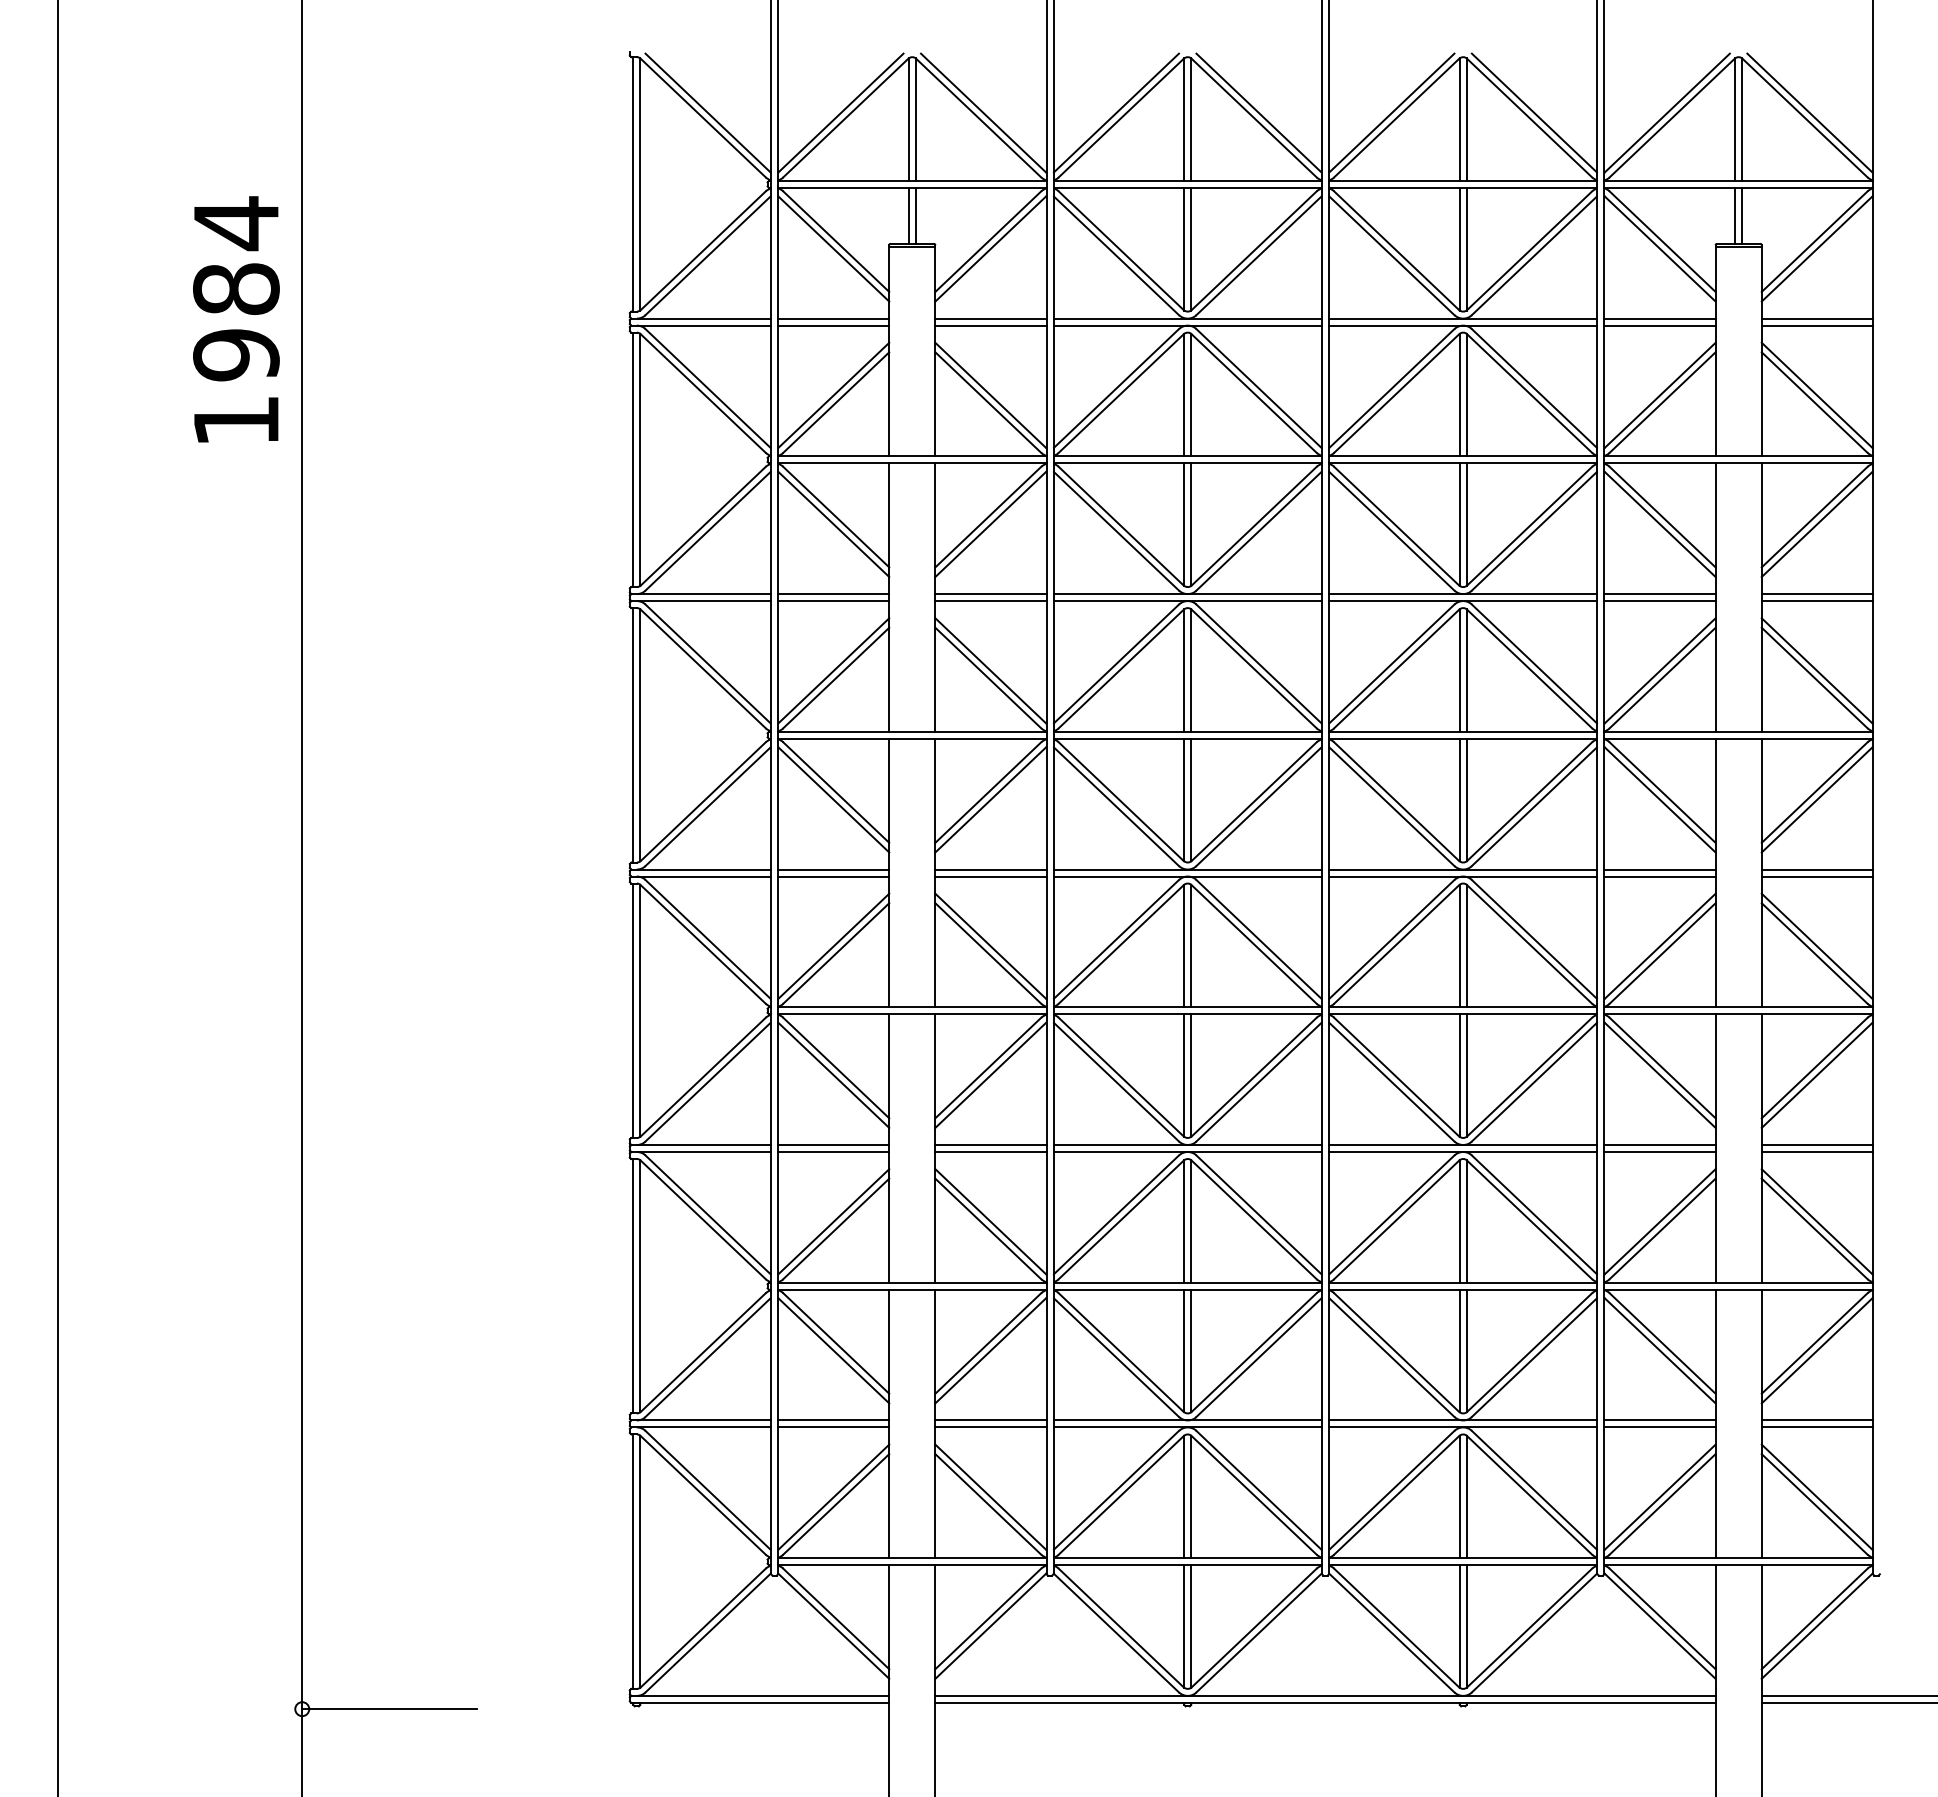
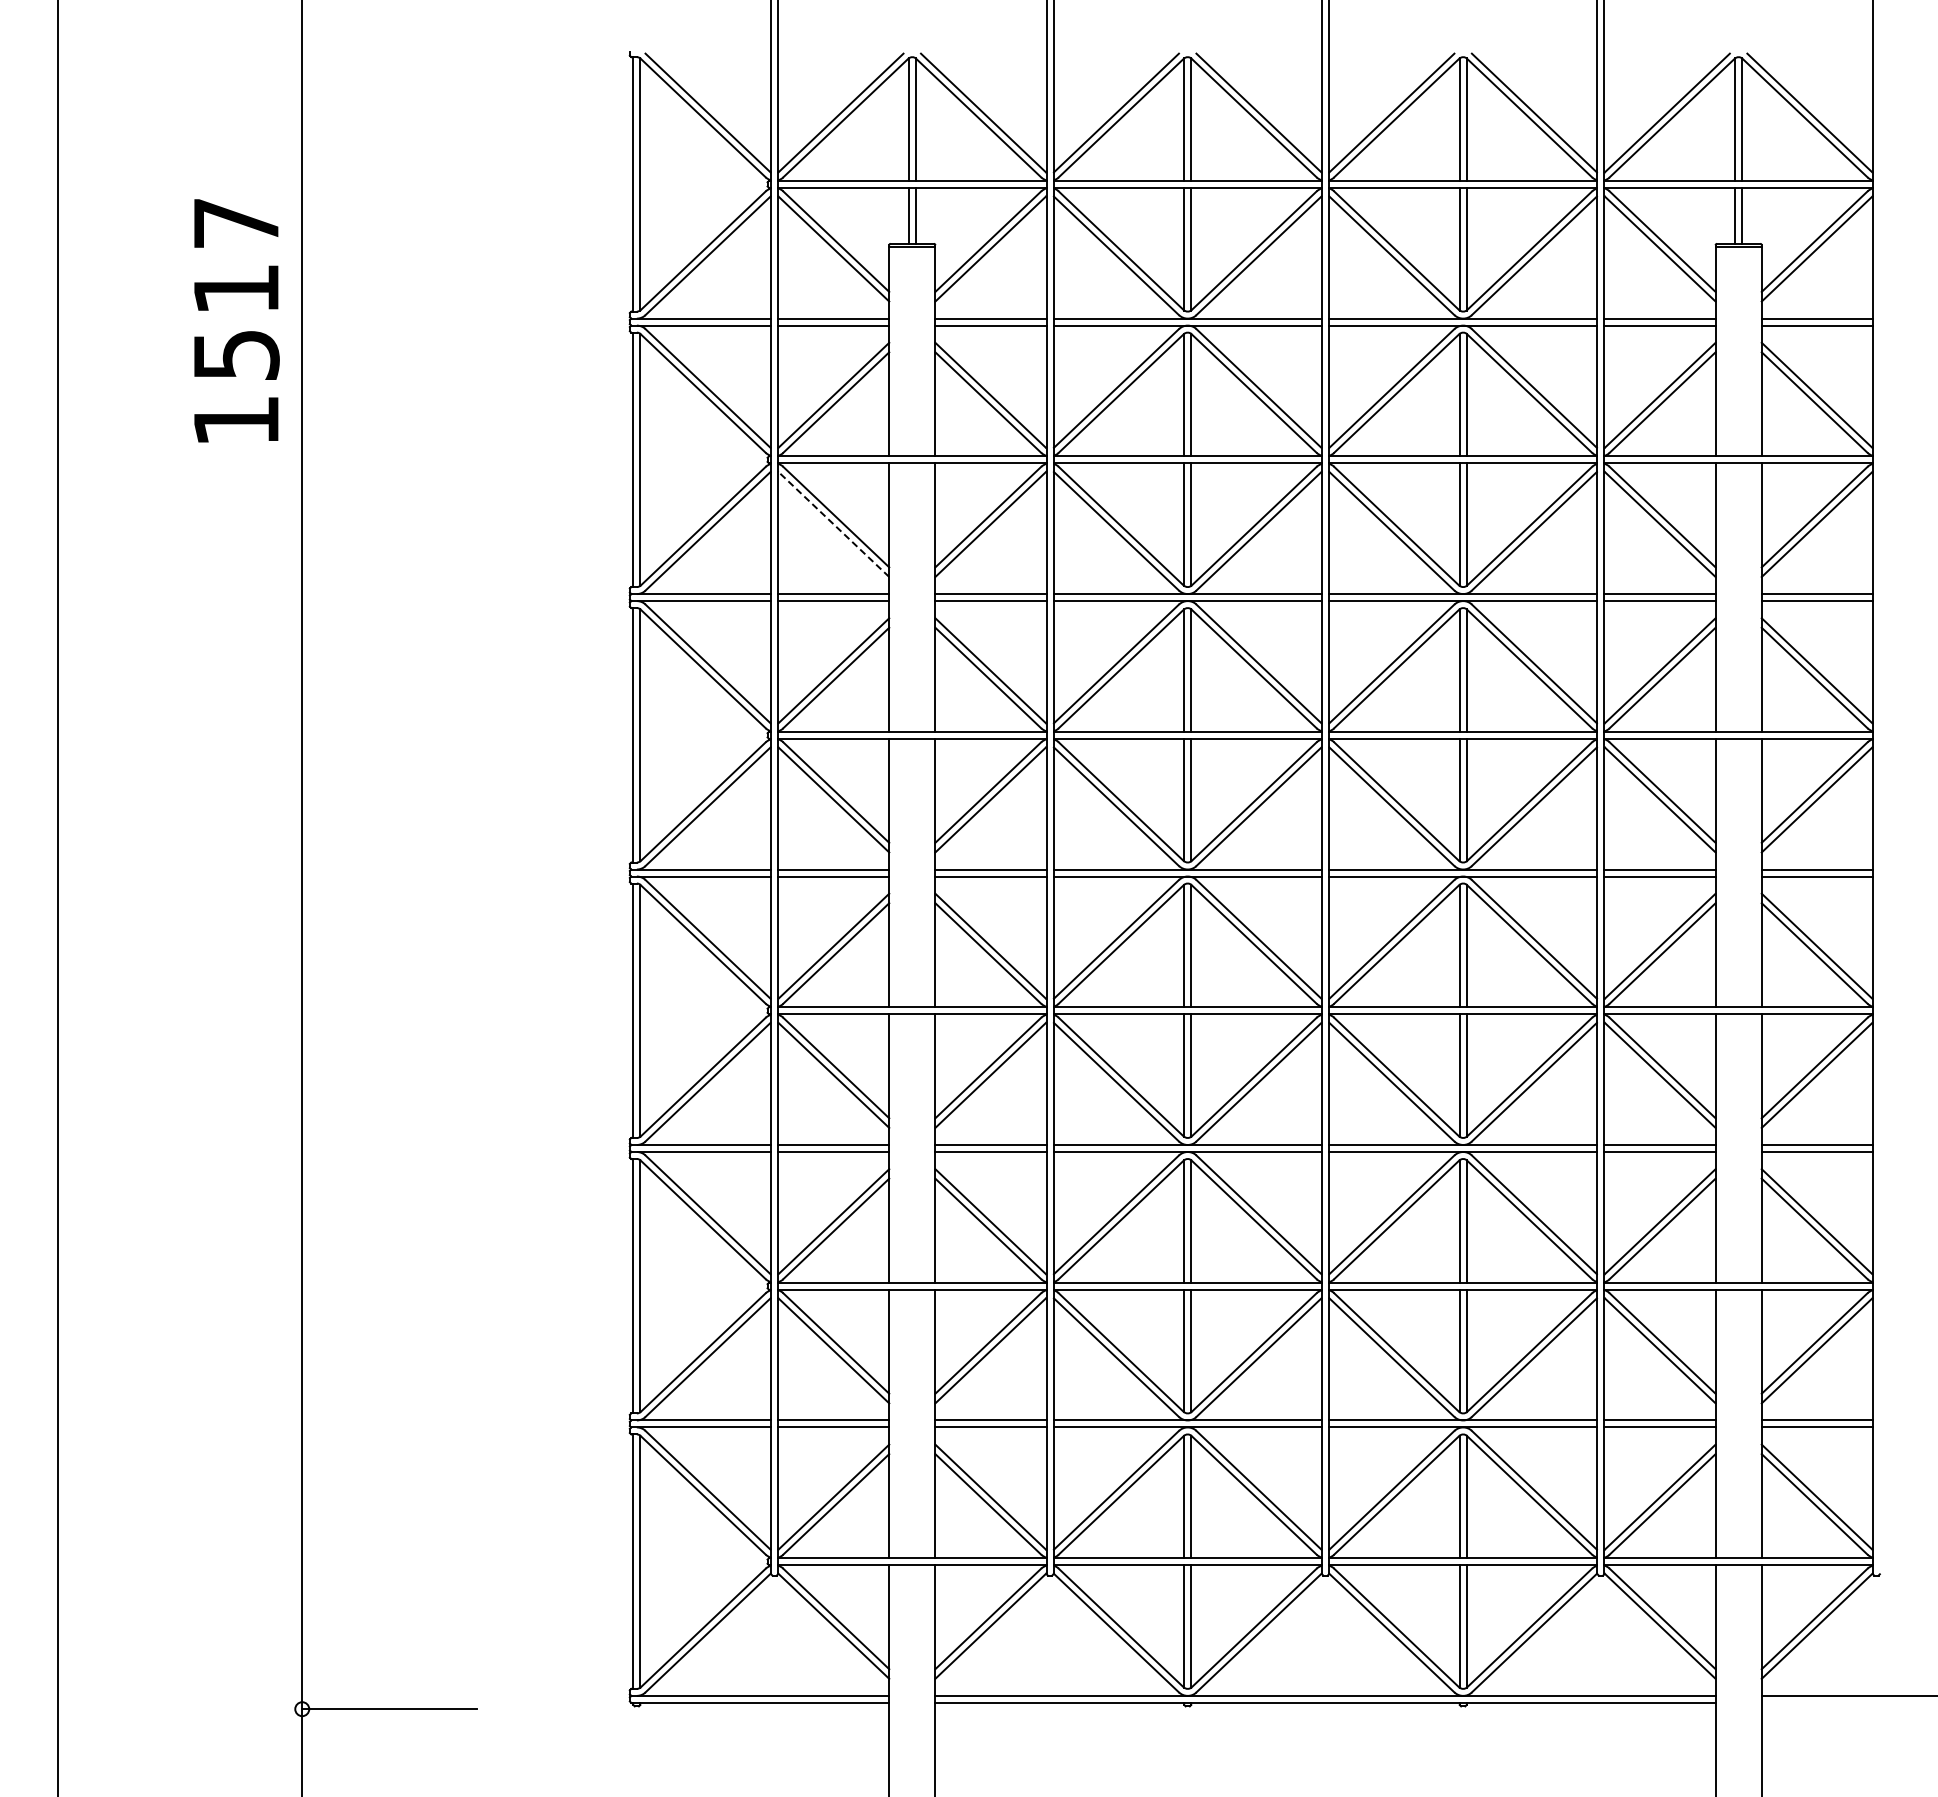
text at (236, 288): 1984 -> 1517
line at (833, 524): solid -> dashed
line at (1847, 1702): present -> none
